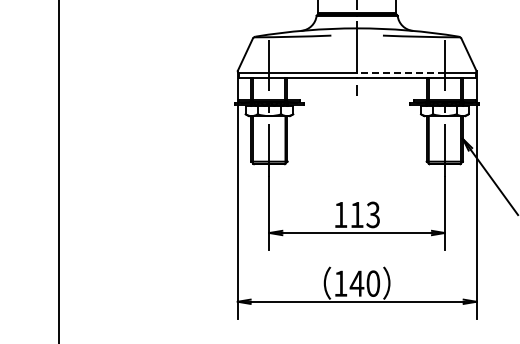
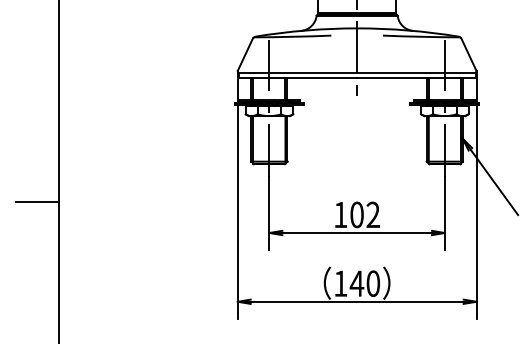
line at (400, 73): dashed -> solid
line at (36, 201): none -> present
text at (365, 214): 113 -> 102
